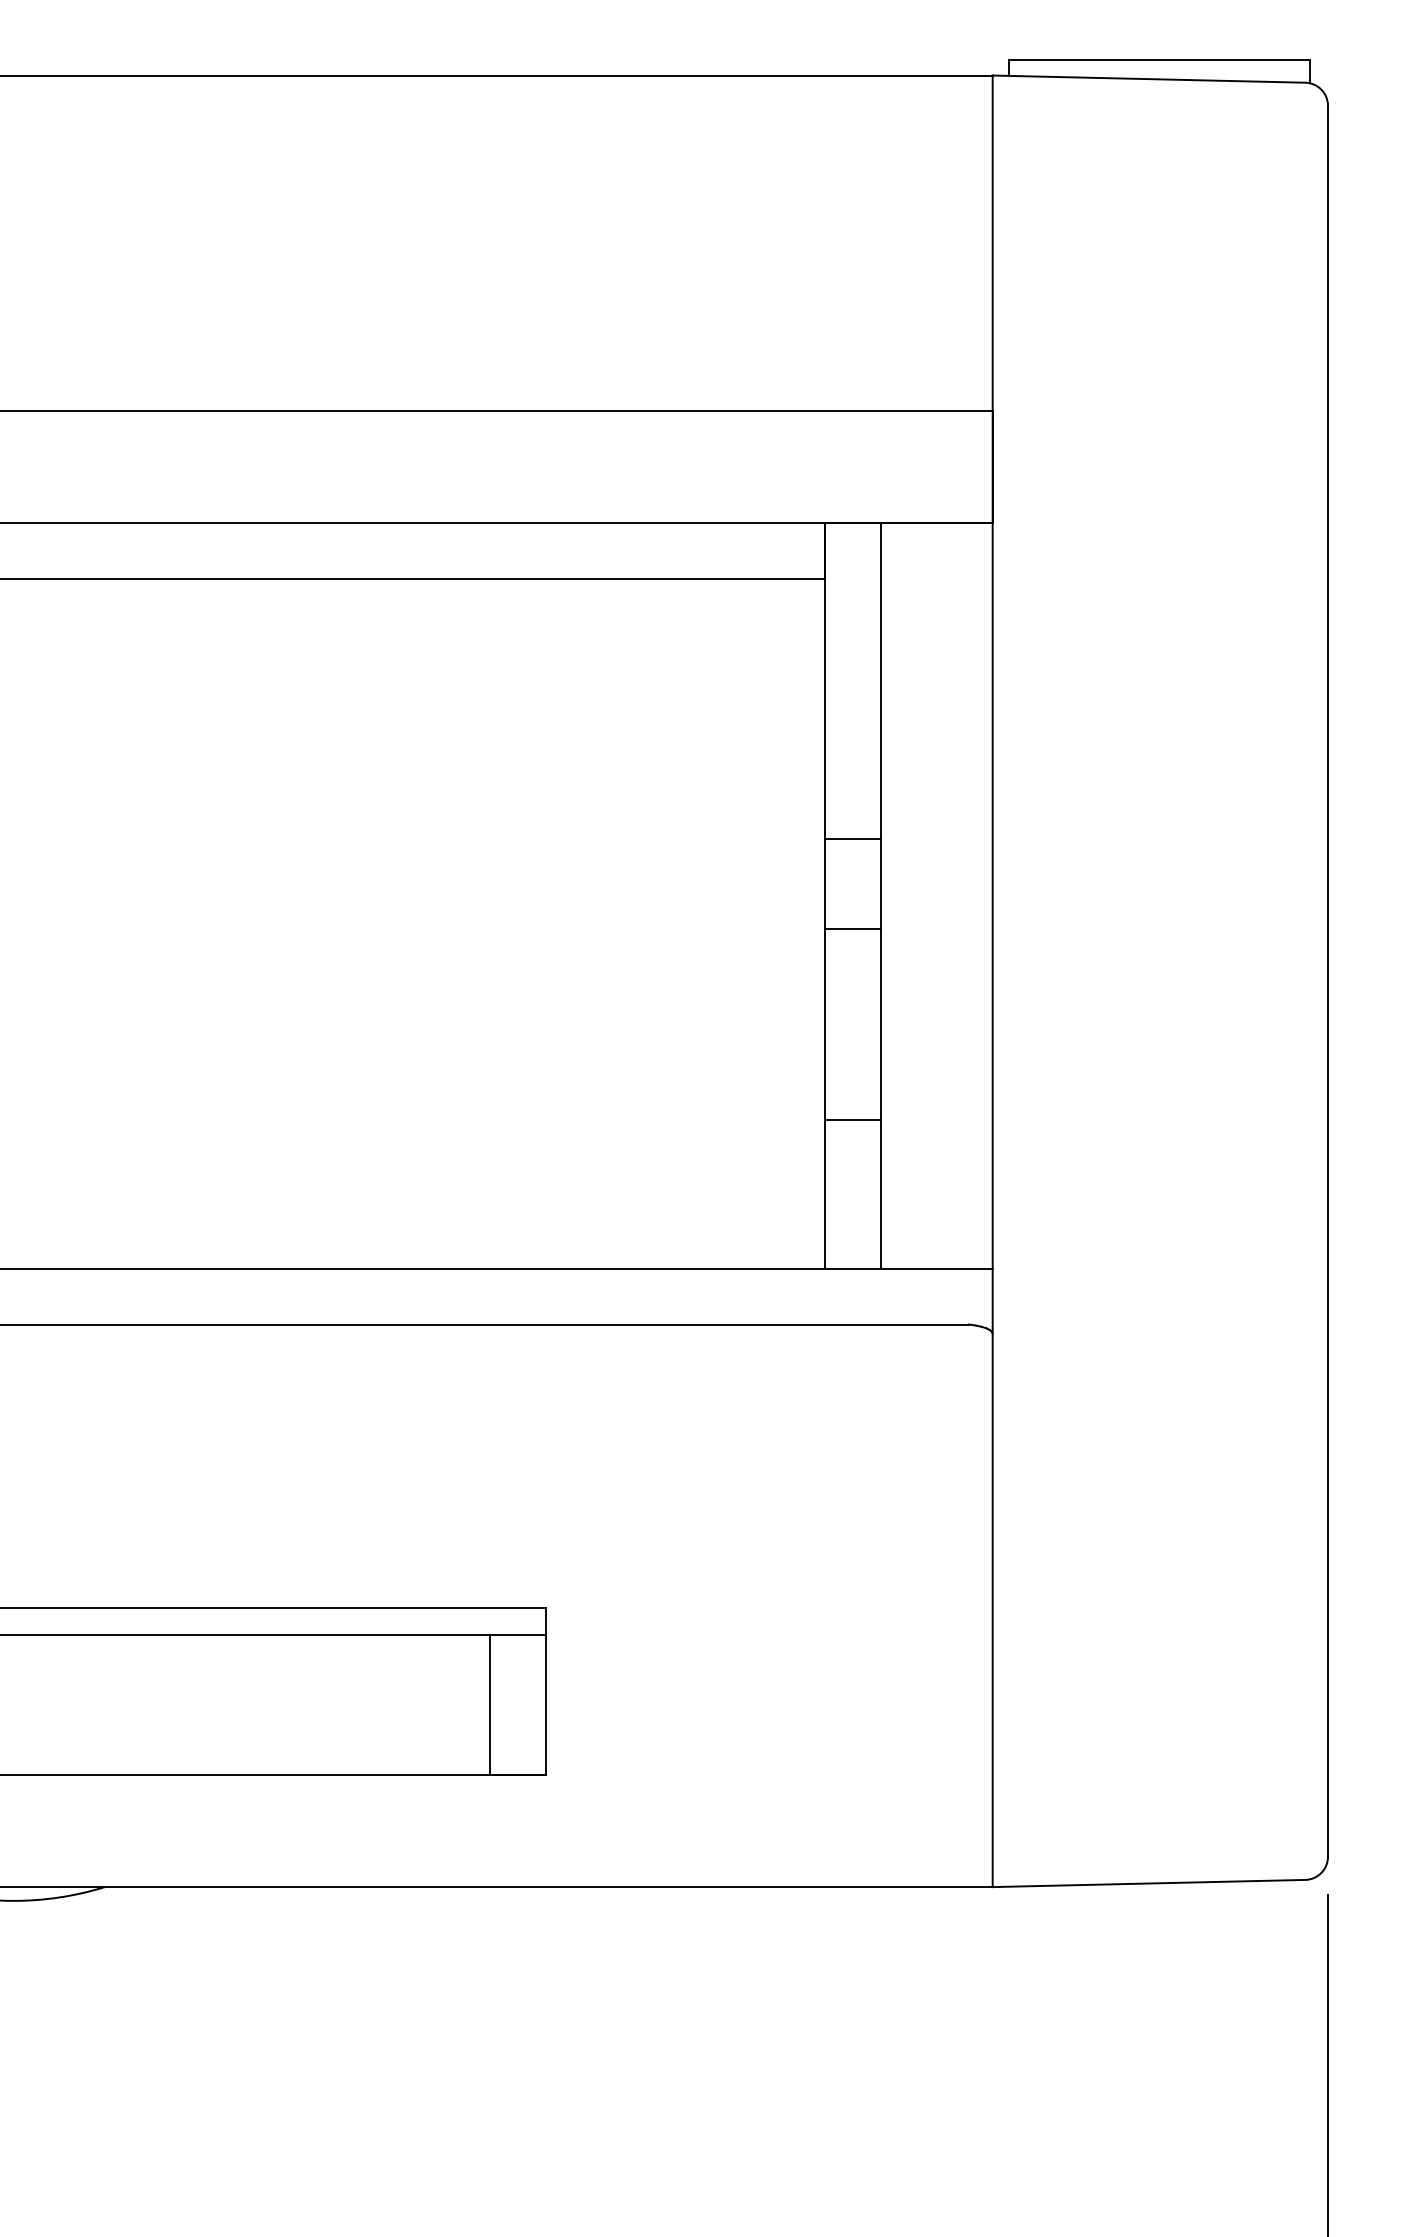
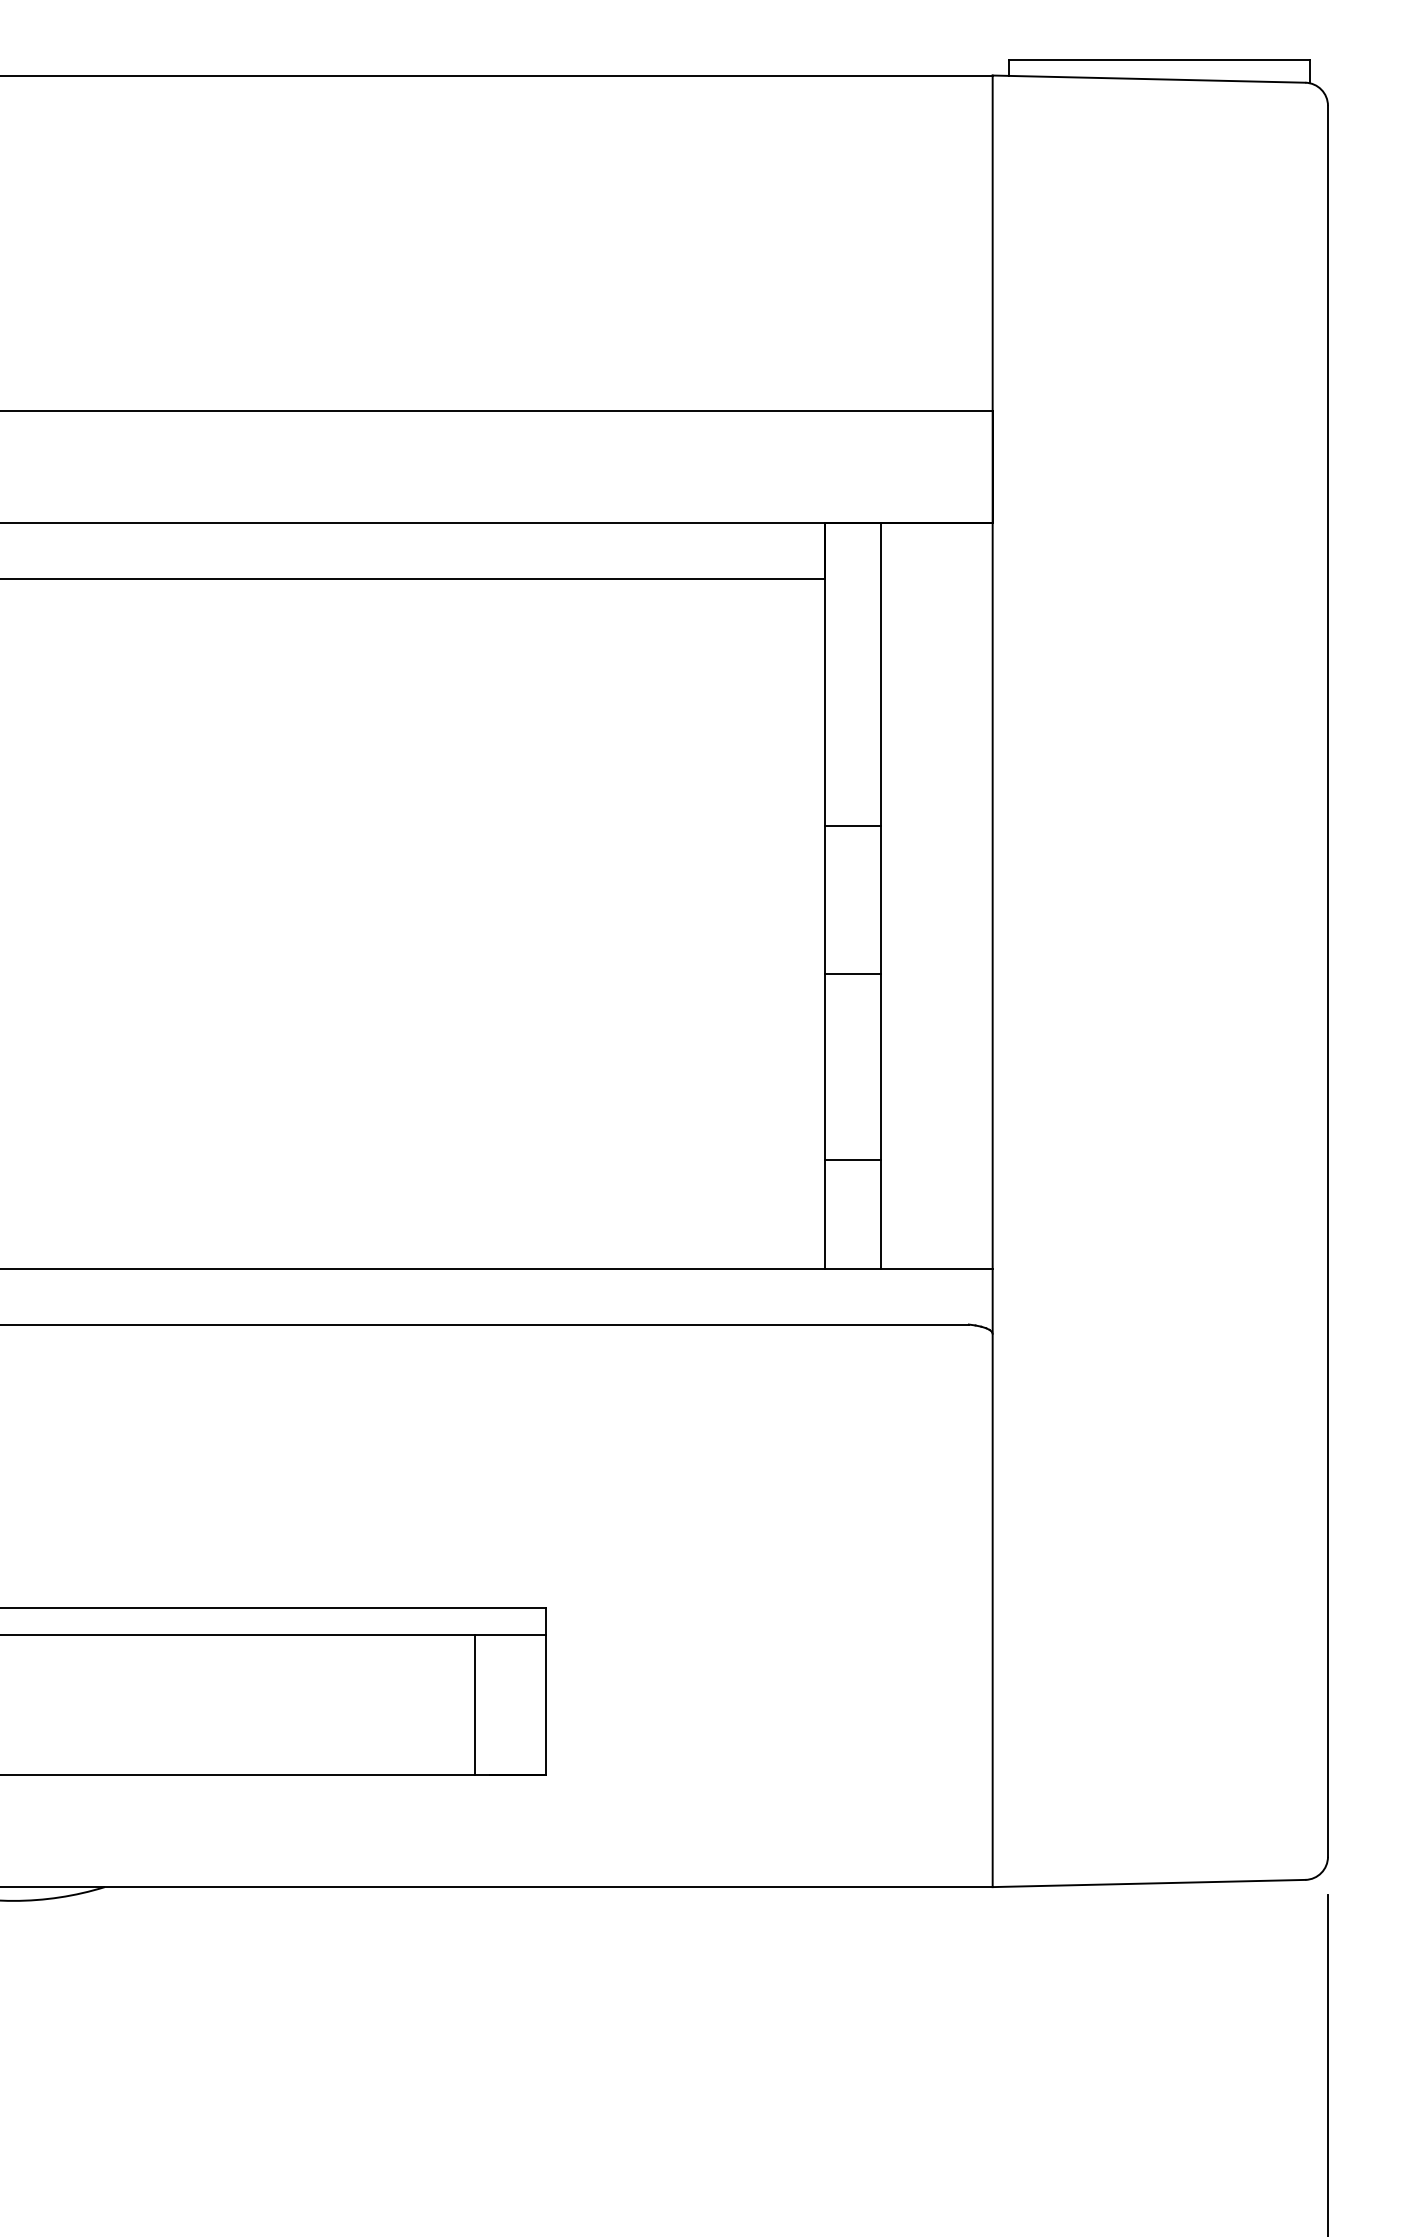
line at (852, 838) position: (852, 838) -> (852, 825)
line at (852, 929) position: (852, 929) -> (852, 974)
line at (852, 1119) position: (852, 1119) -> (852, 1159)
line at (489, 1704) position: (489, 1704) -> (474, 1704)
